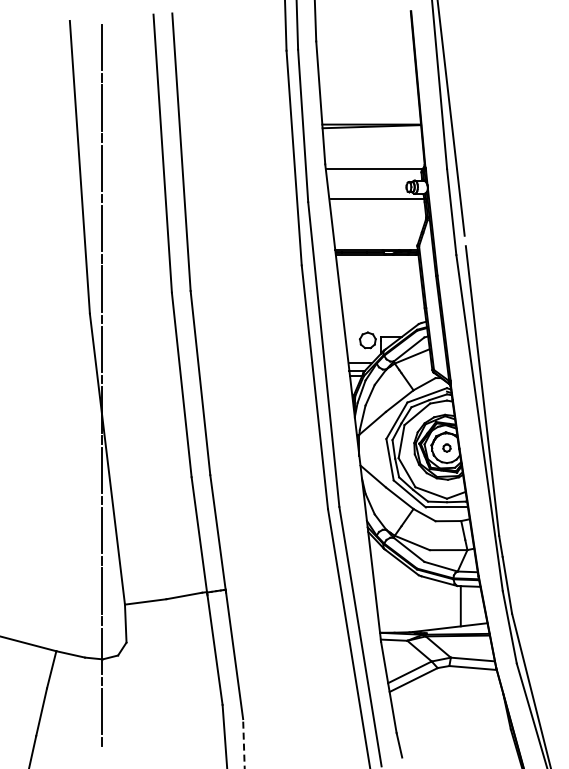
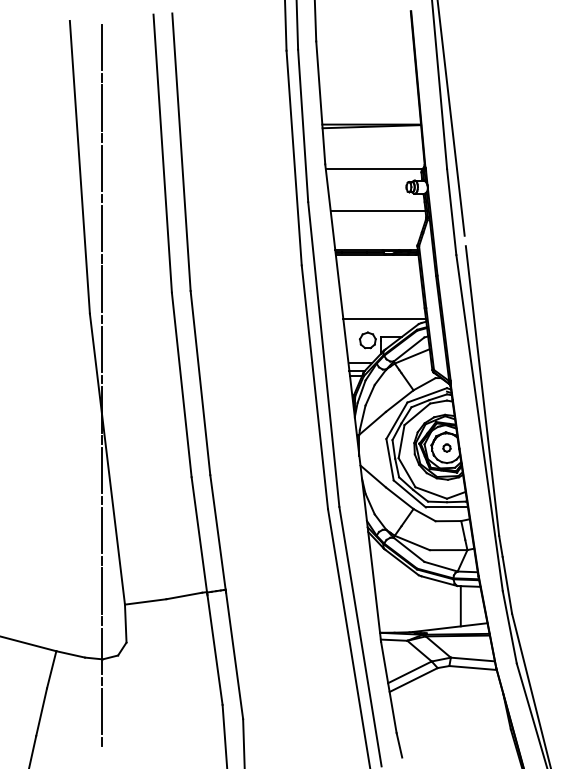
line at (377, 199) position: (377, 199) -> (377, 211)
line at (384, 318): none -> present
line at (243, 743): dashed -> solid
